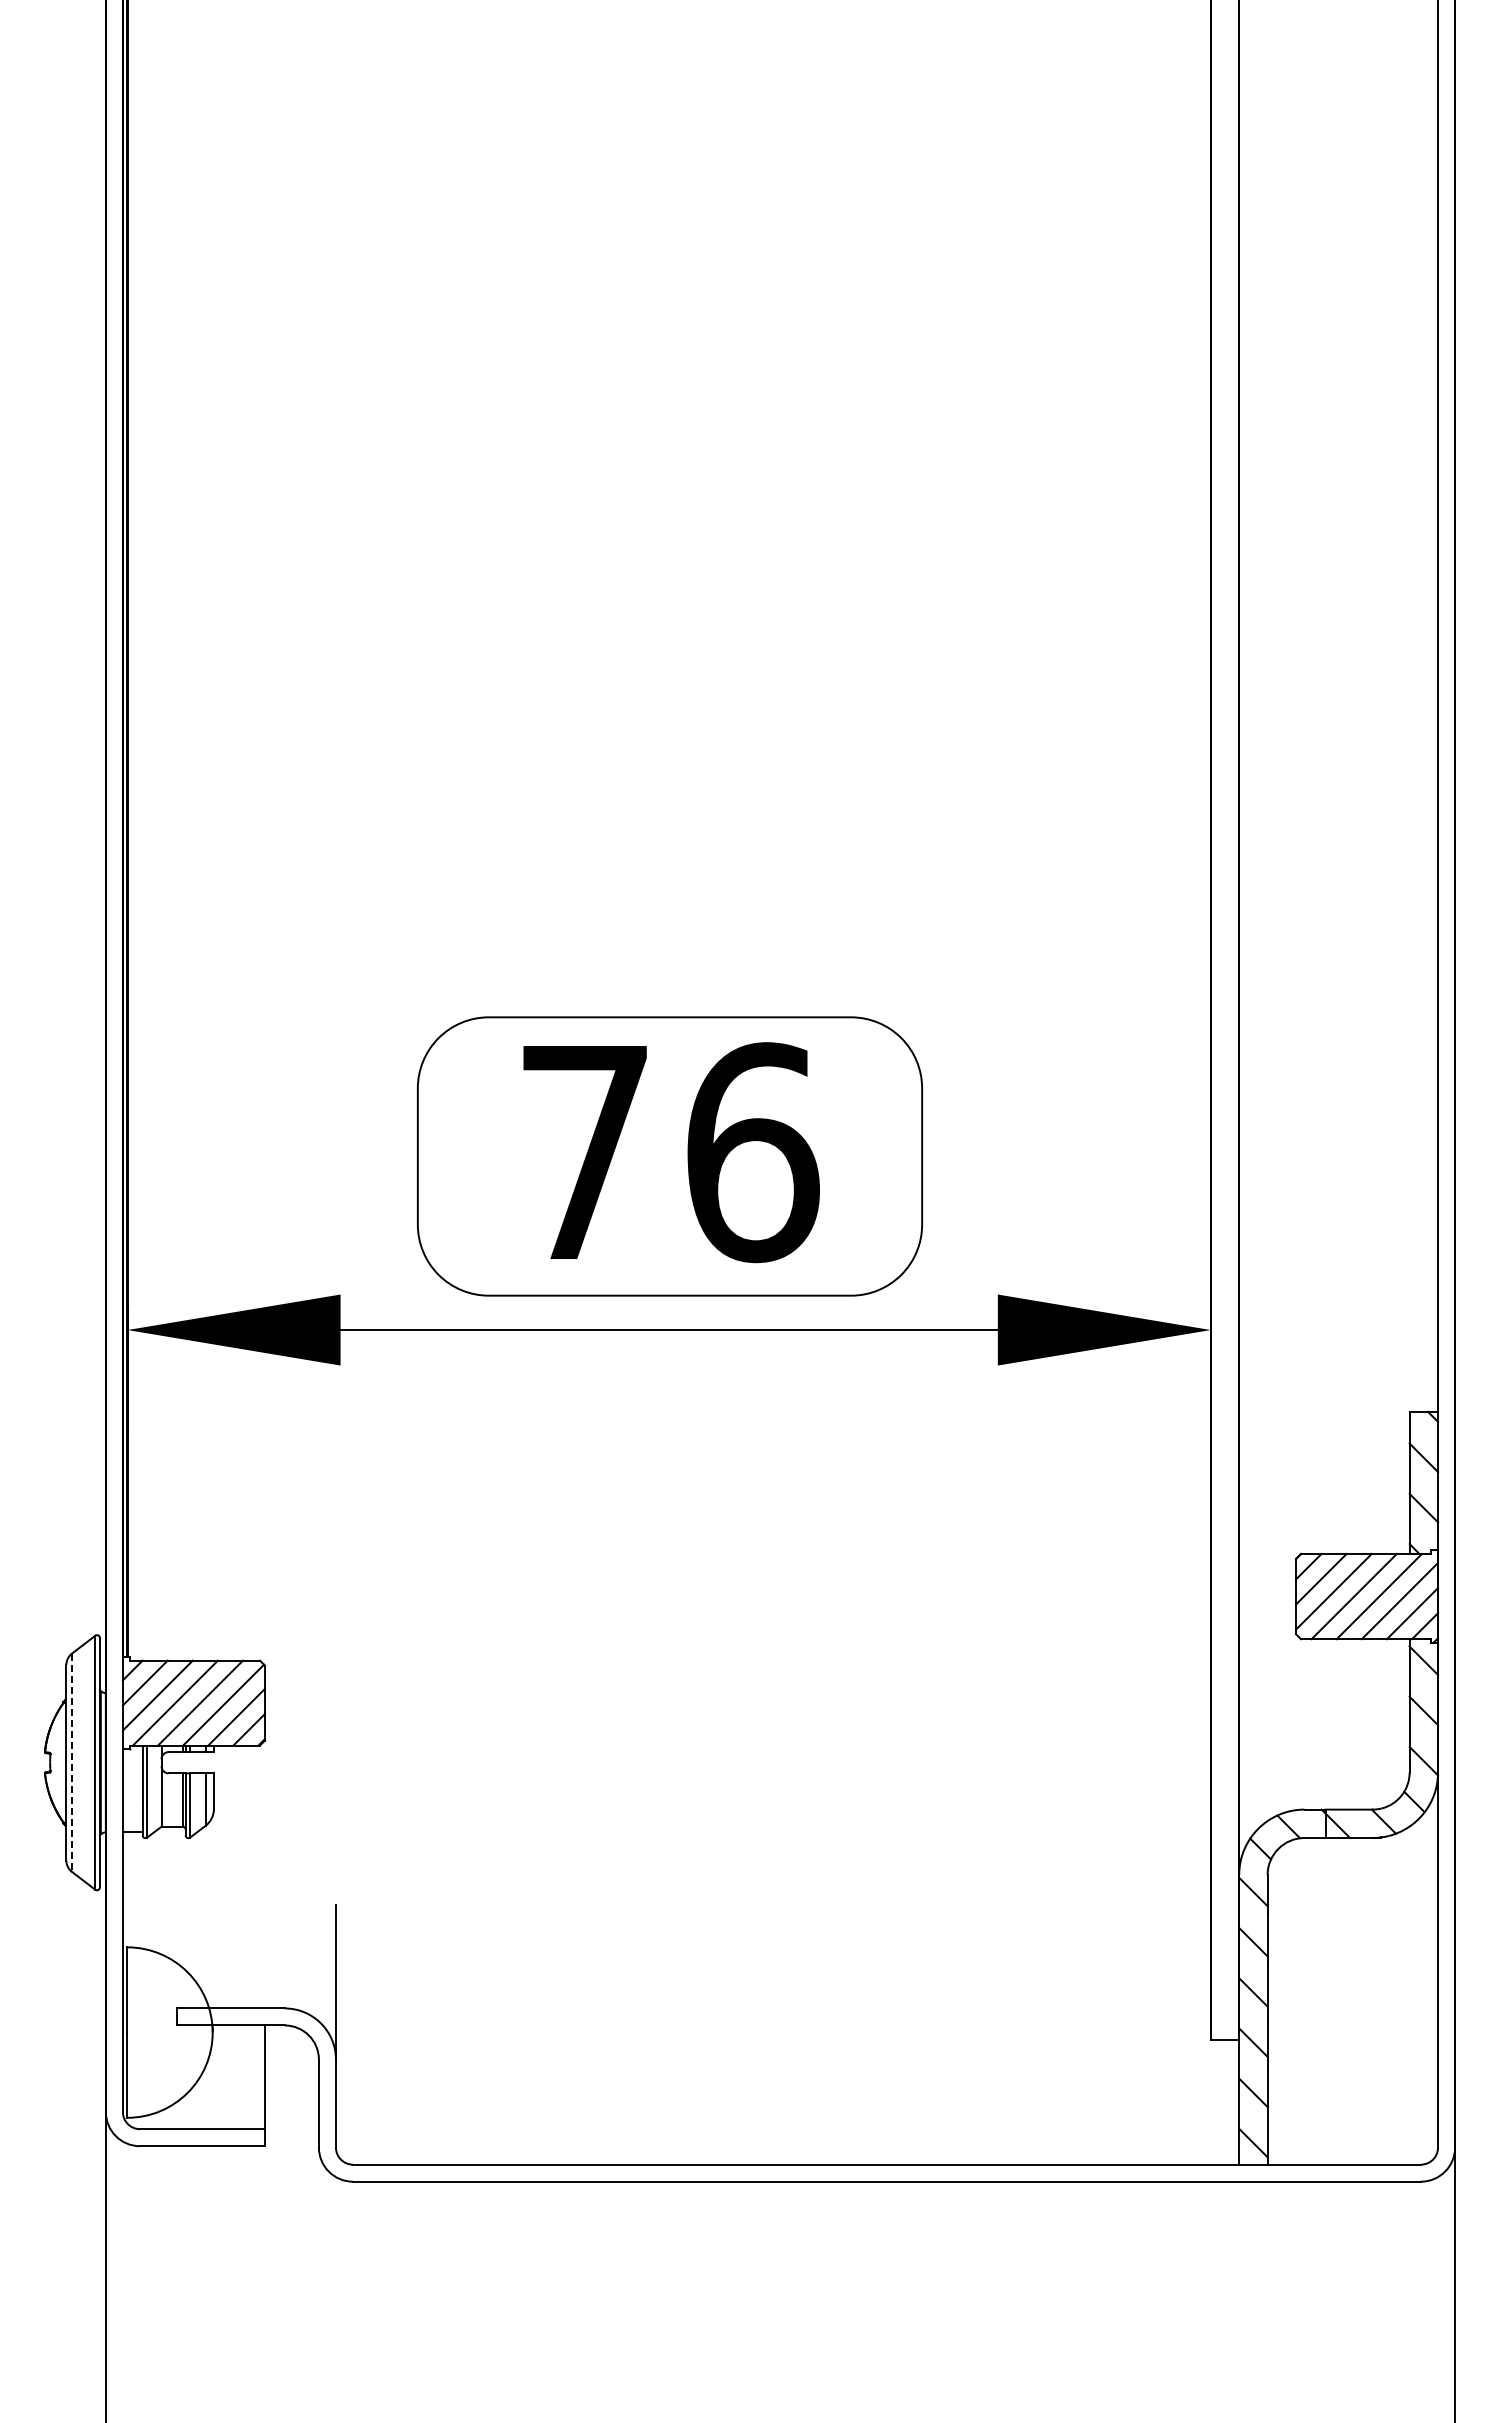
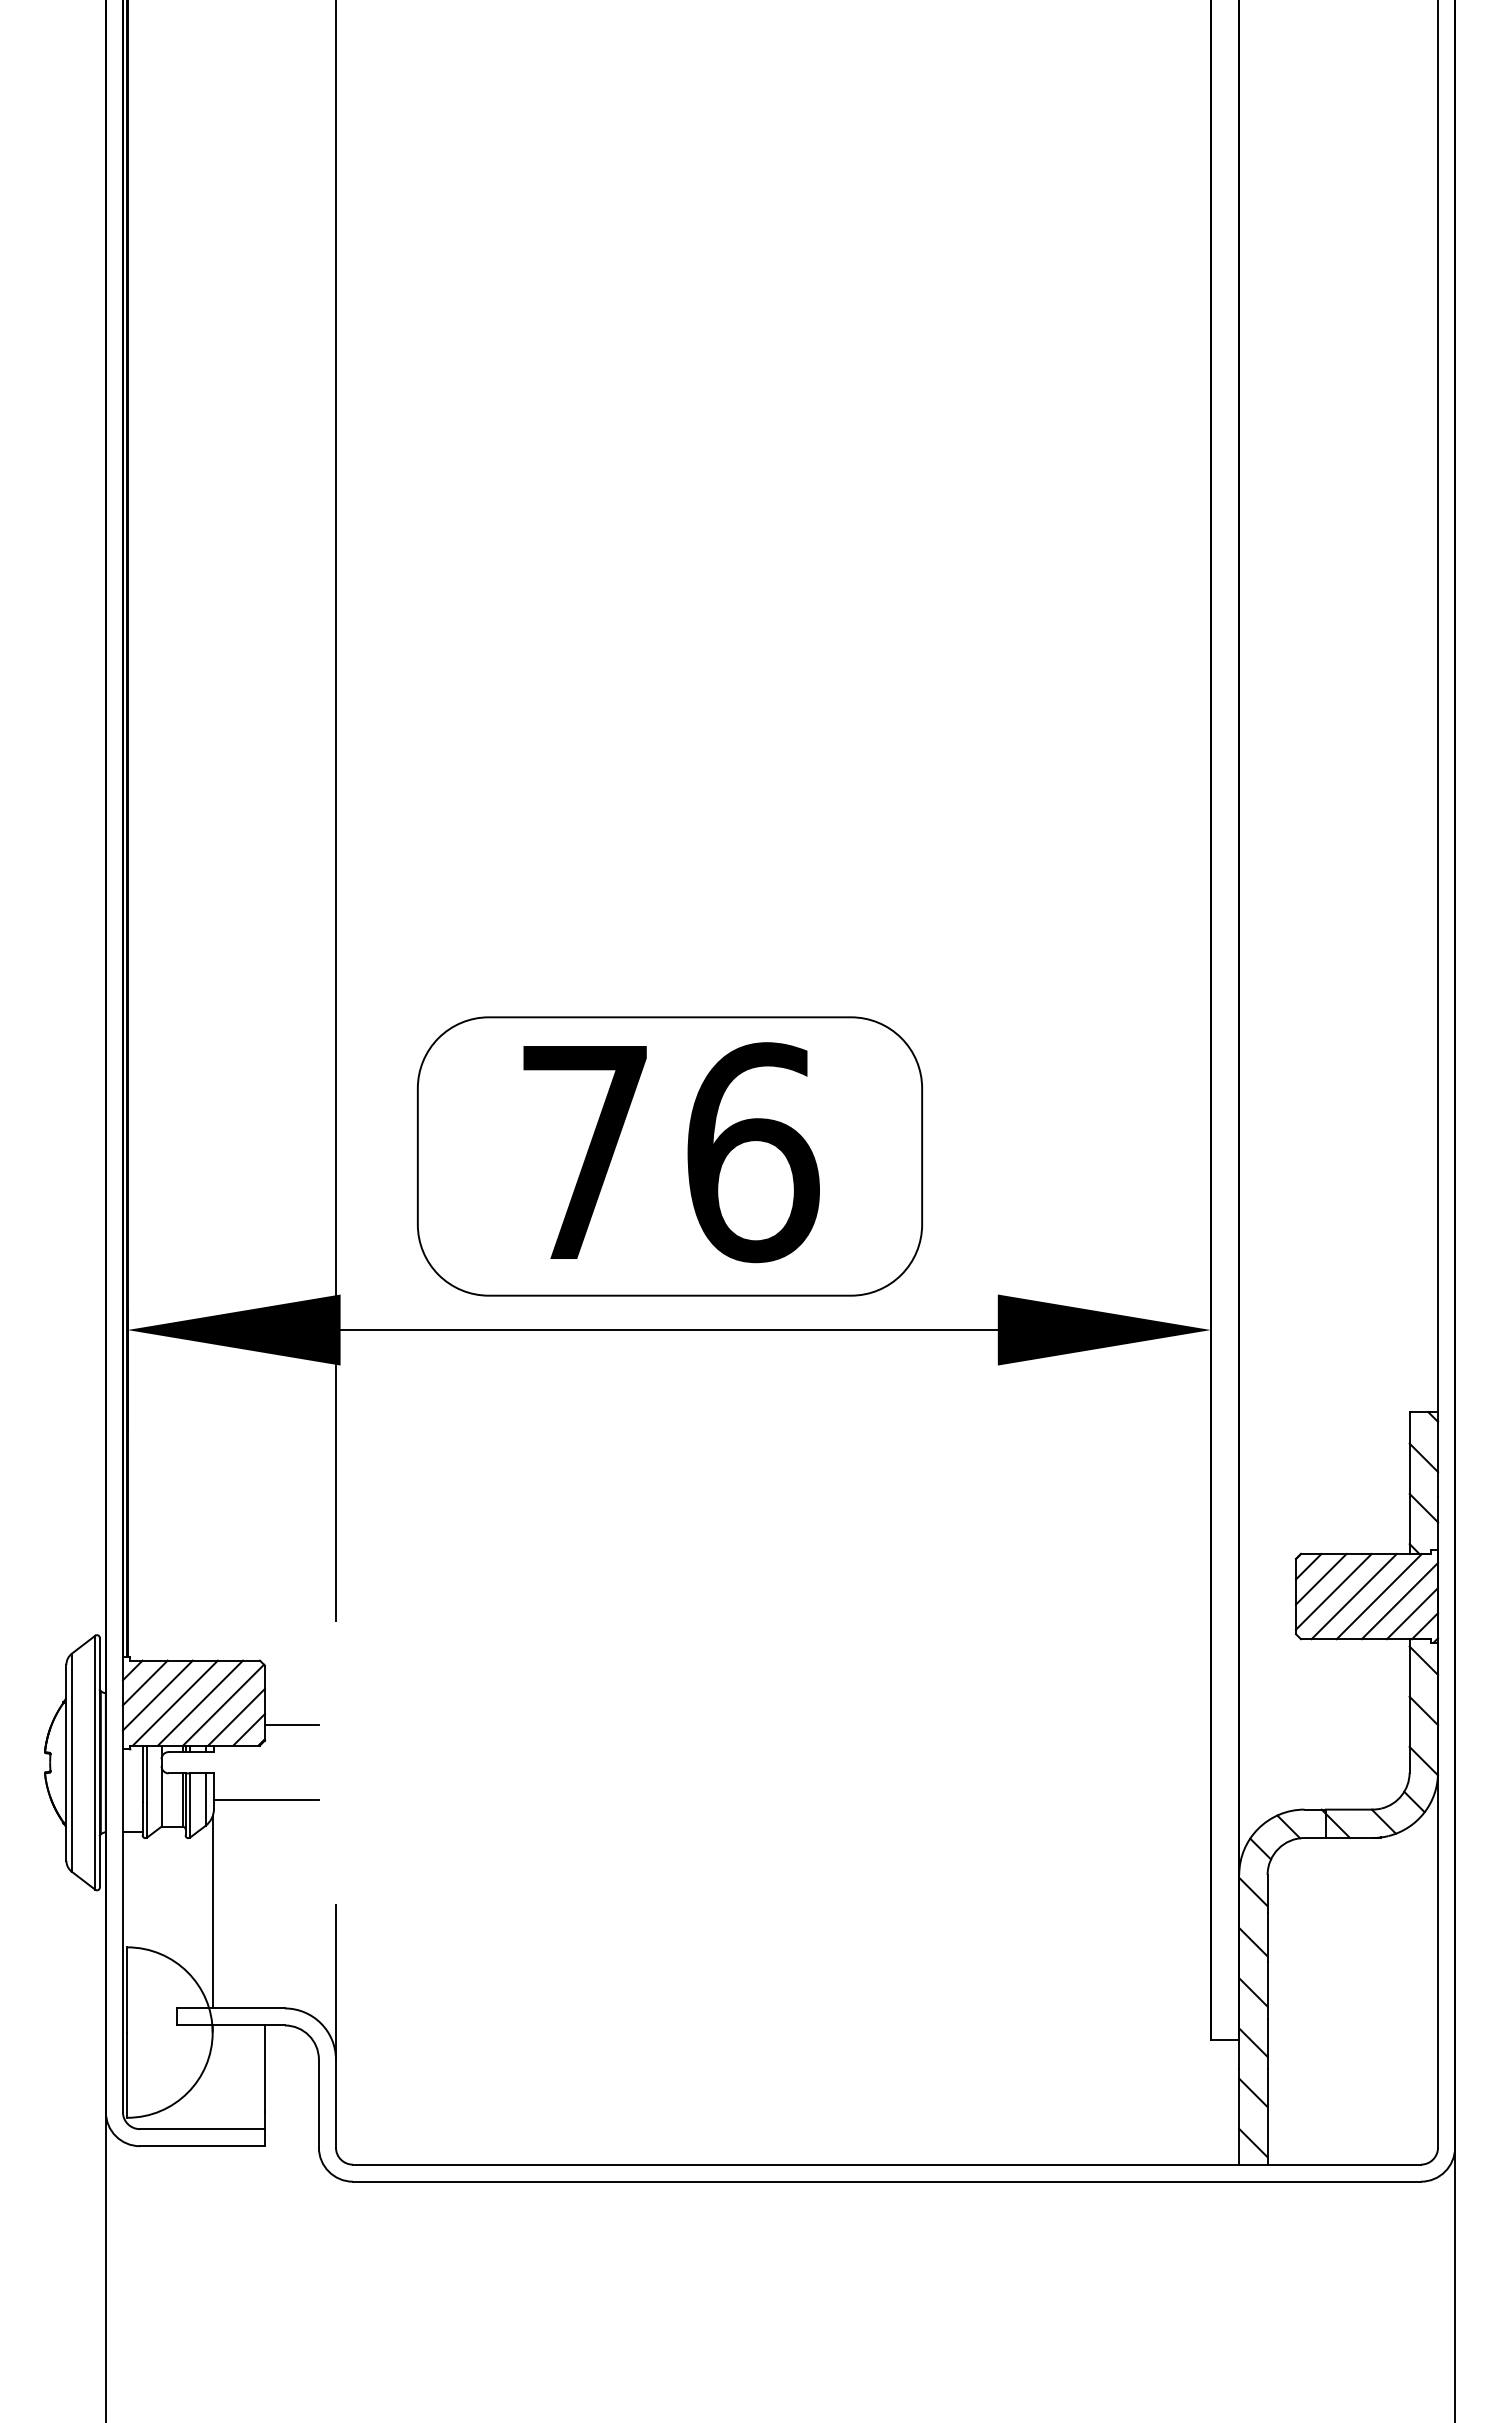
line at (336, 811): none -> present
line at (291, 1725): none -> present
line at (71, 1763): dashed -> solid
line at (265, 1800): none -> present
line at (212, 1912): none -> present
